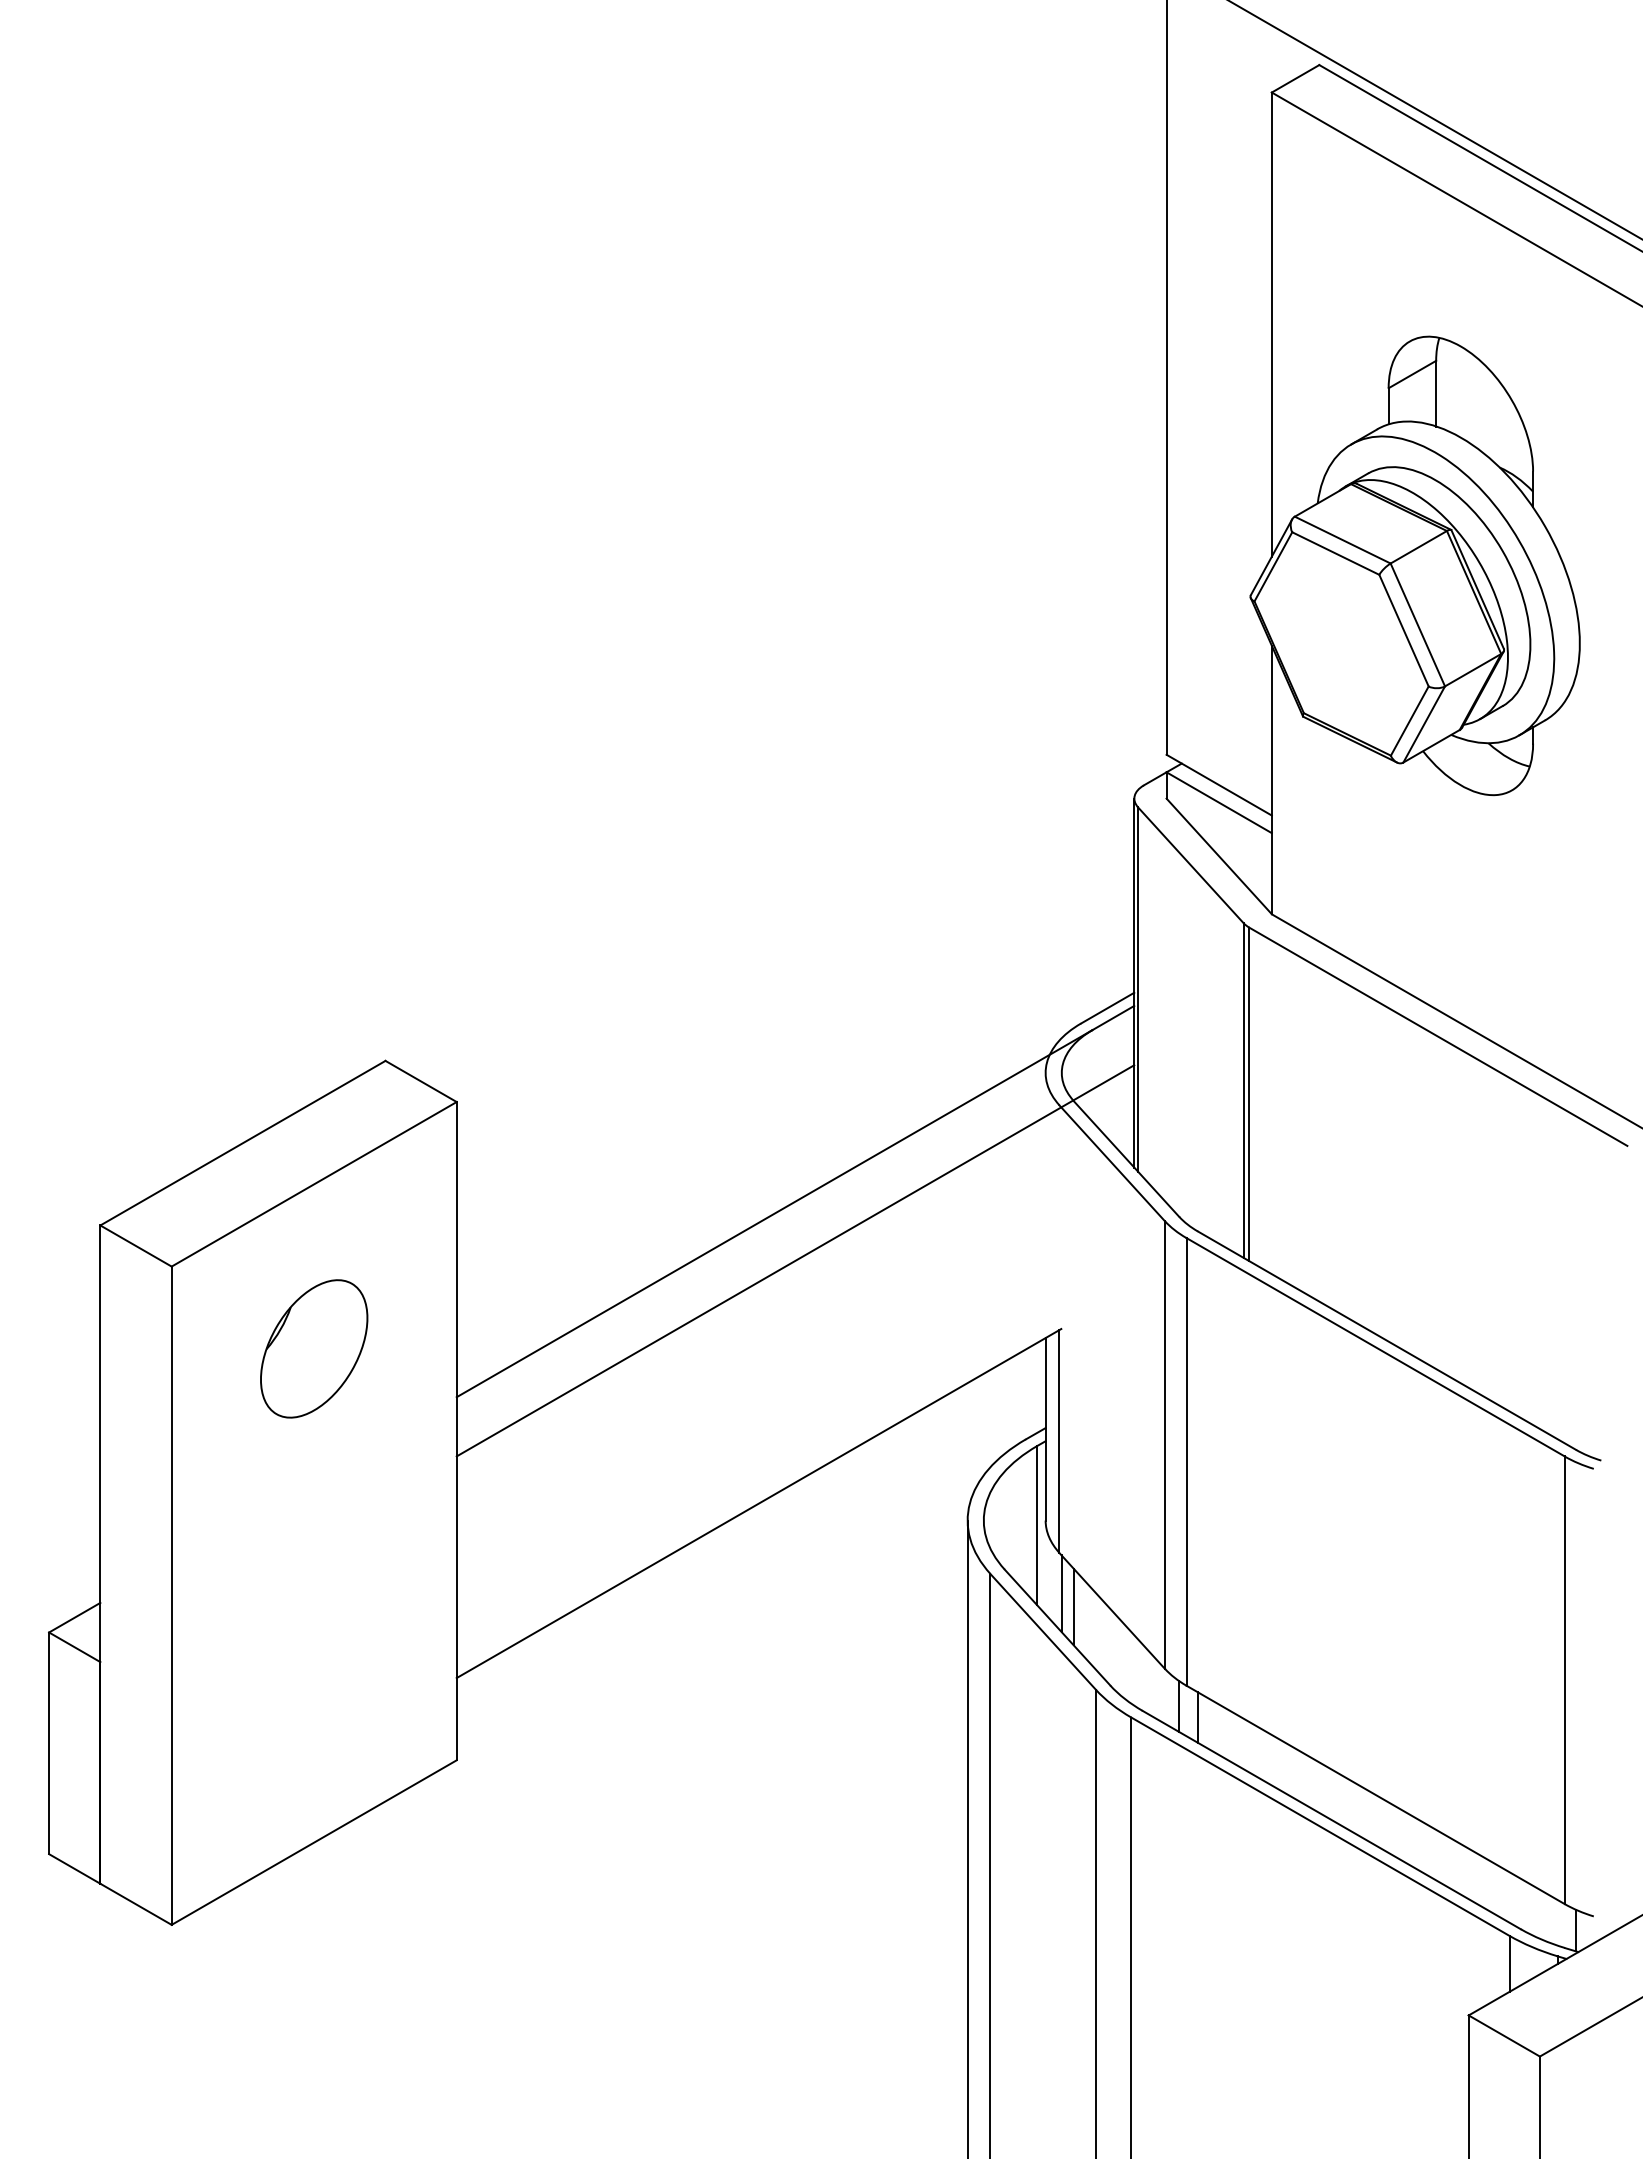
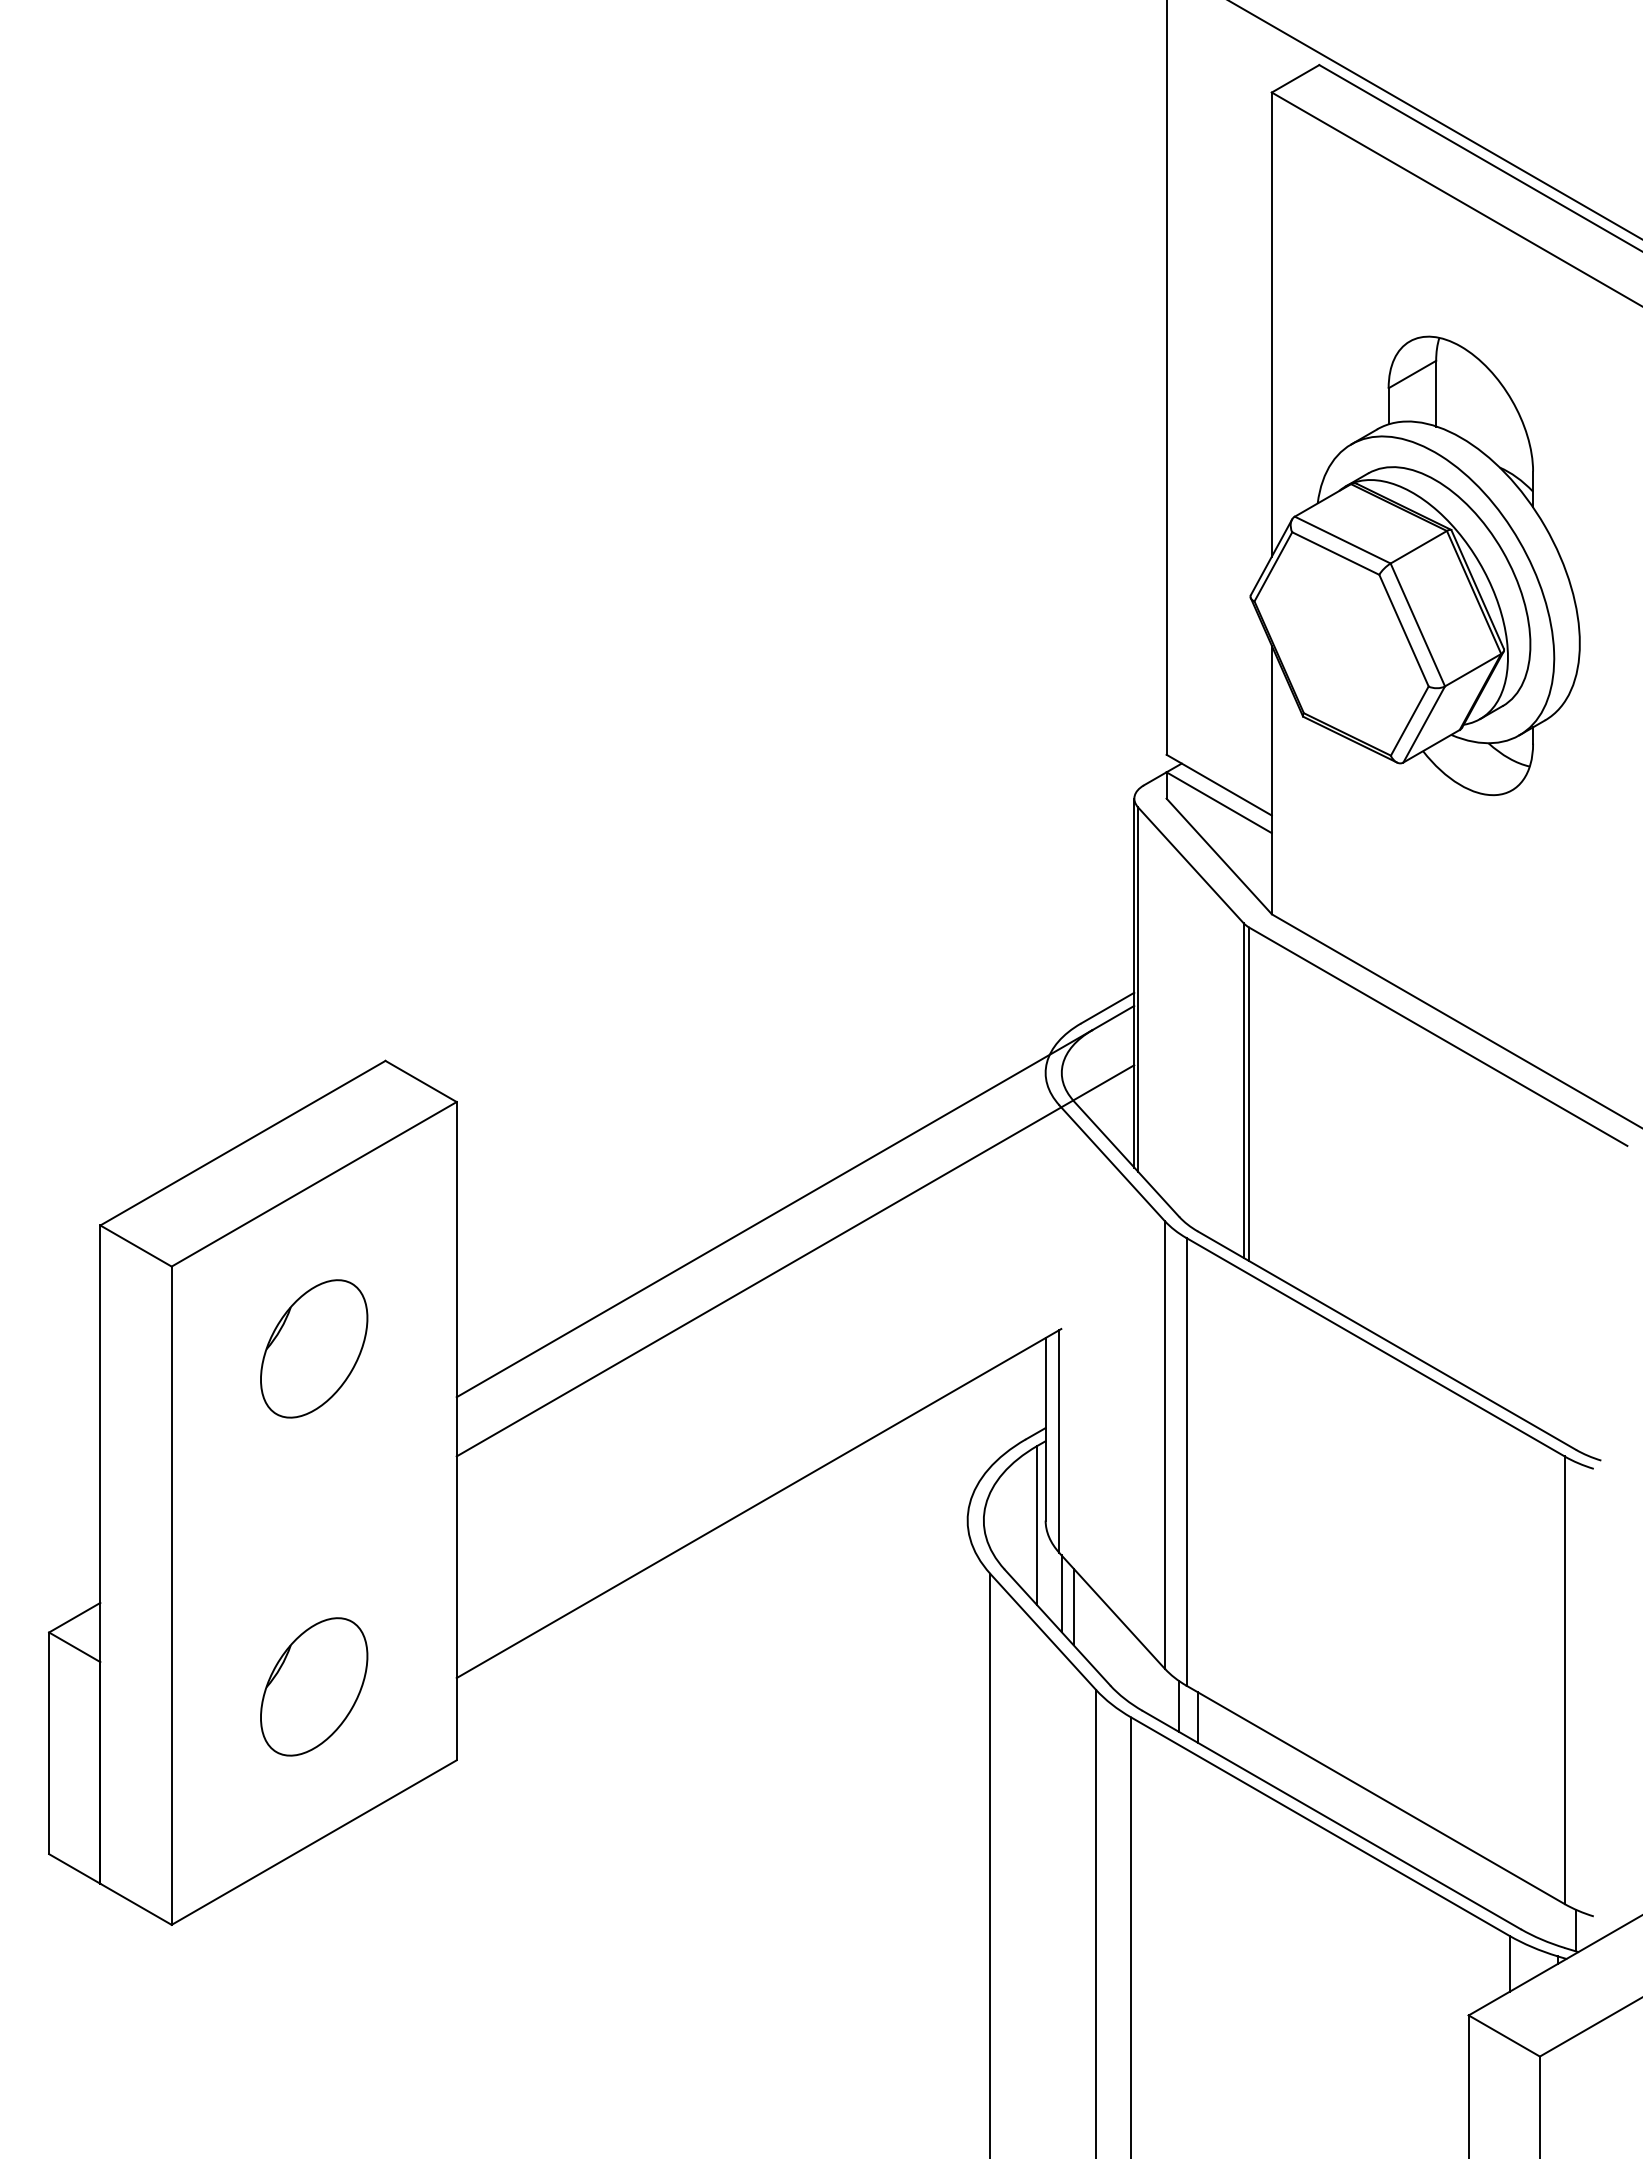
part at (314, 1686): none -> present
line at (967, 1837): present -> none
